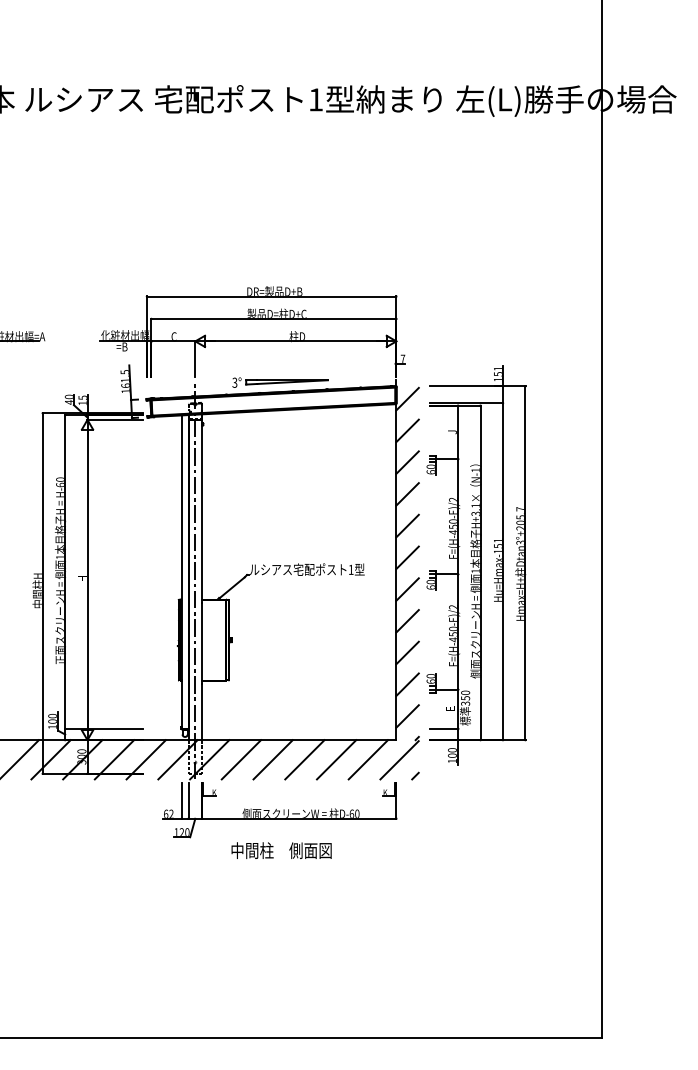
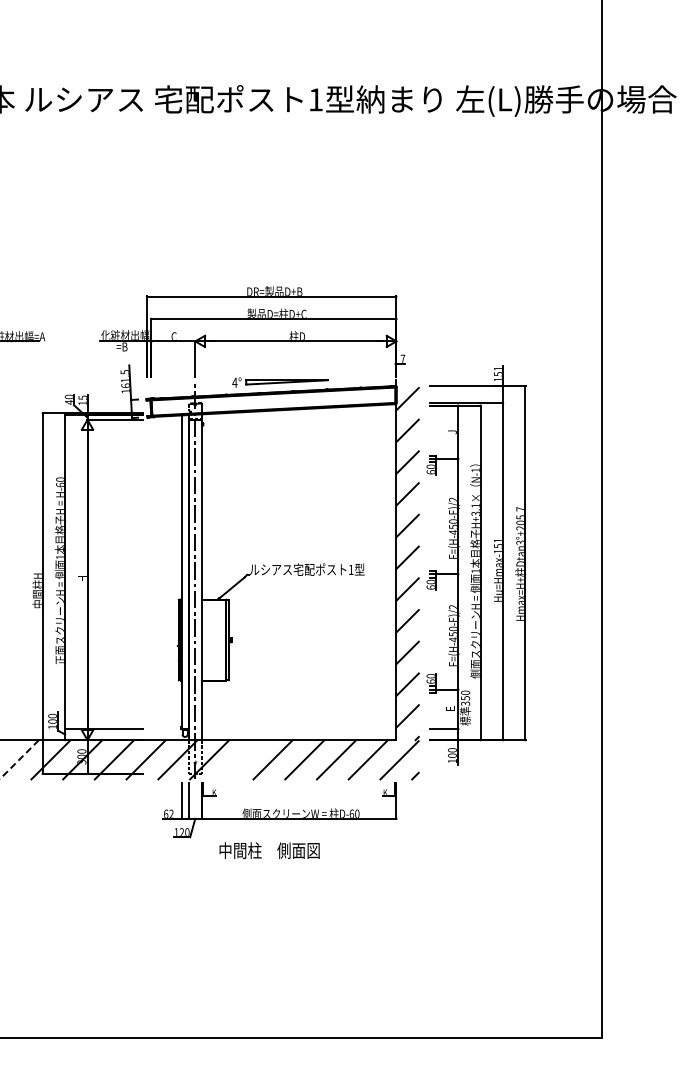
text at (234, 382): 3° -> 4°
line at (19, 759): solid -> dashed
line at (241, 759): present -> none
text at (281, 850) position: (281, 850) -> (269, 850)
